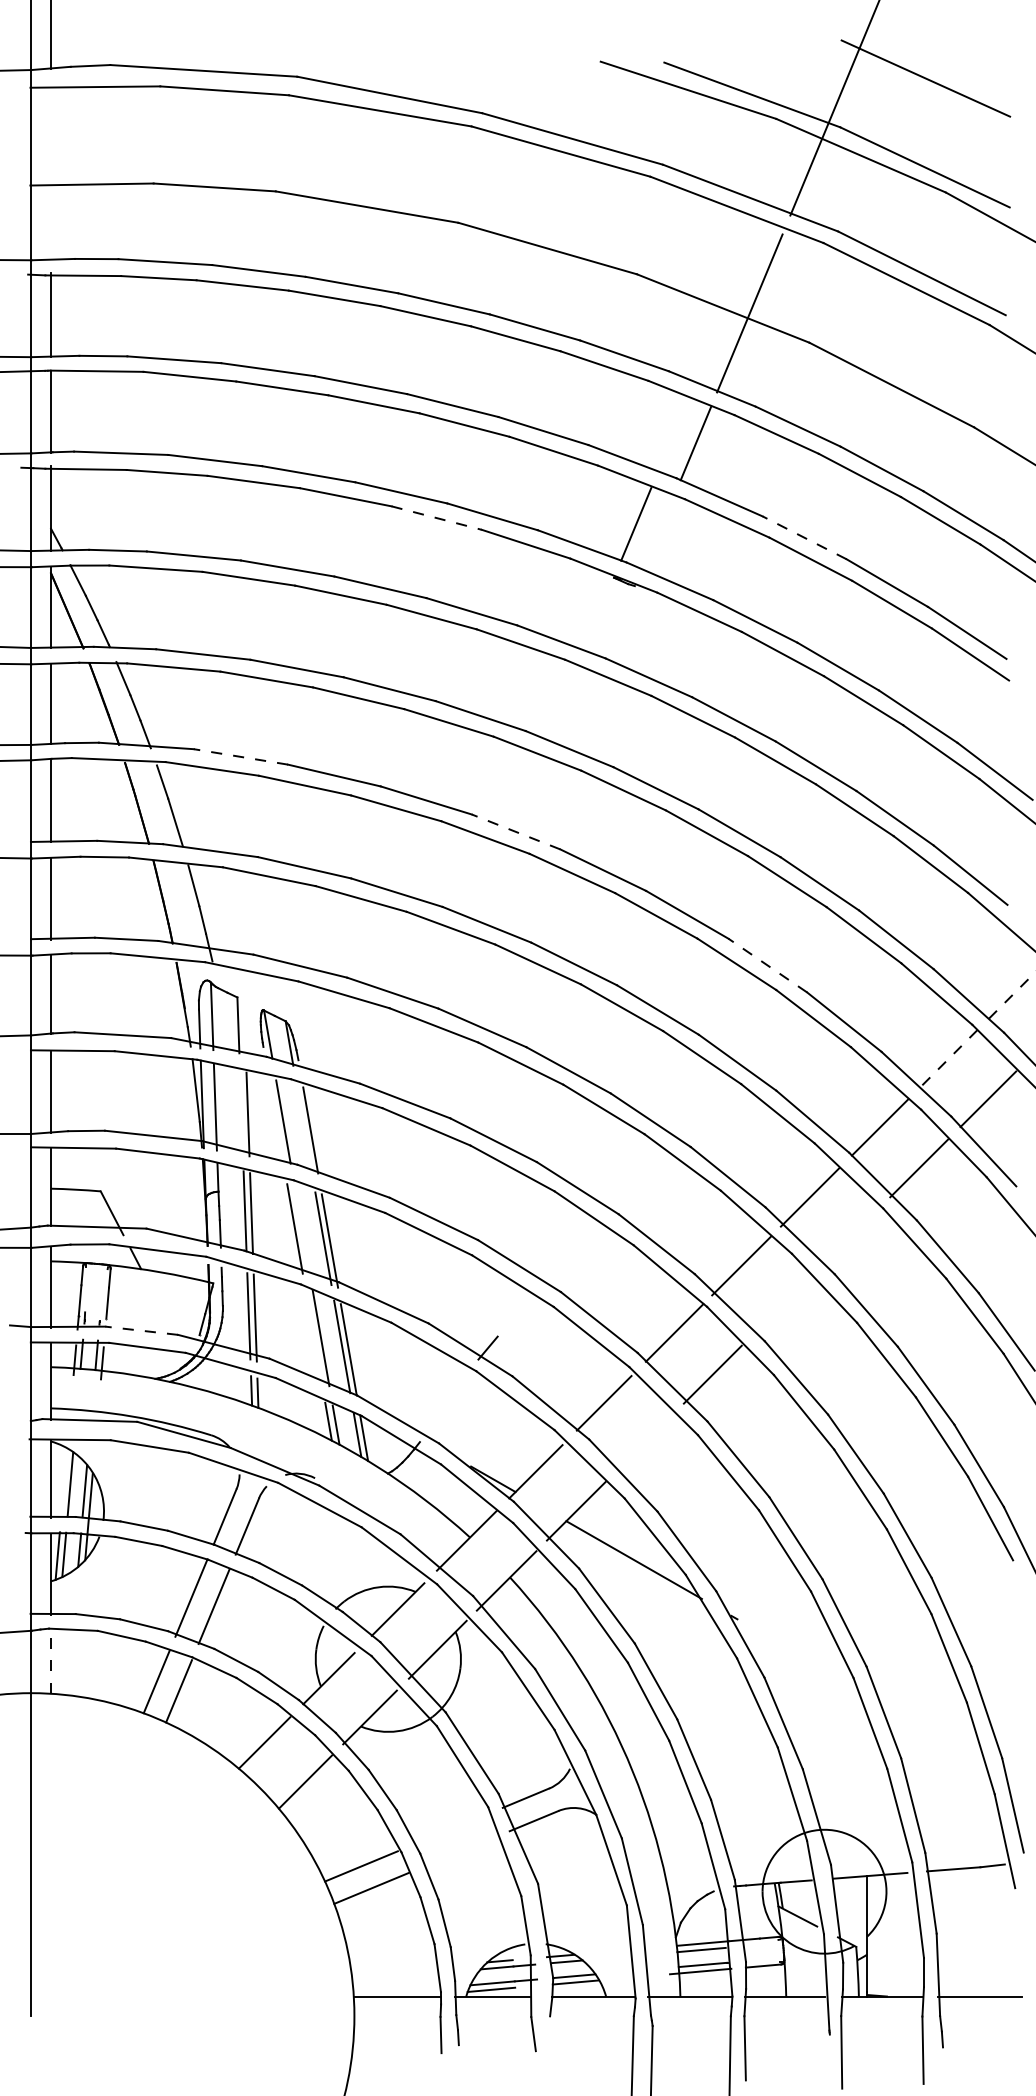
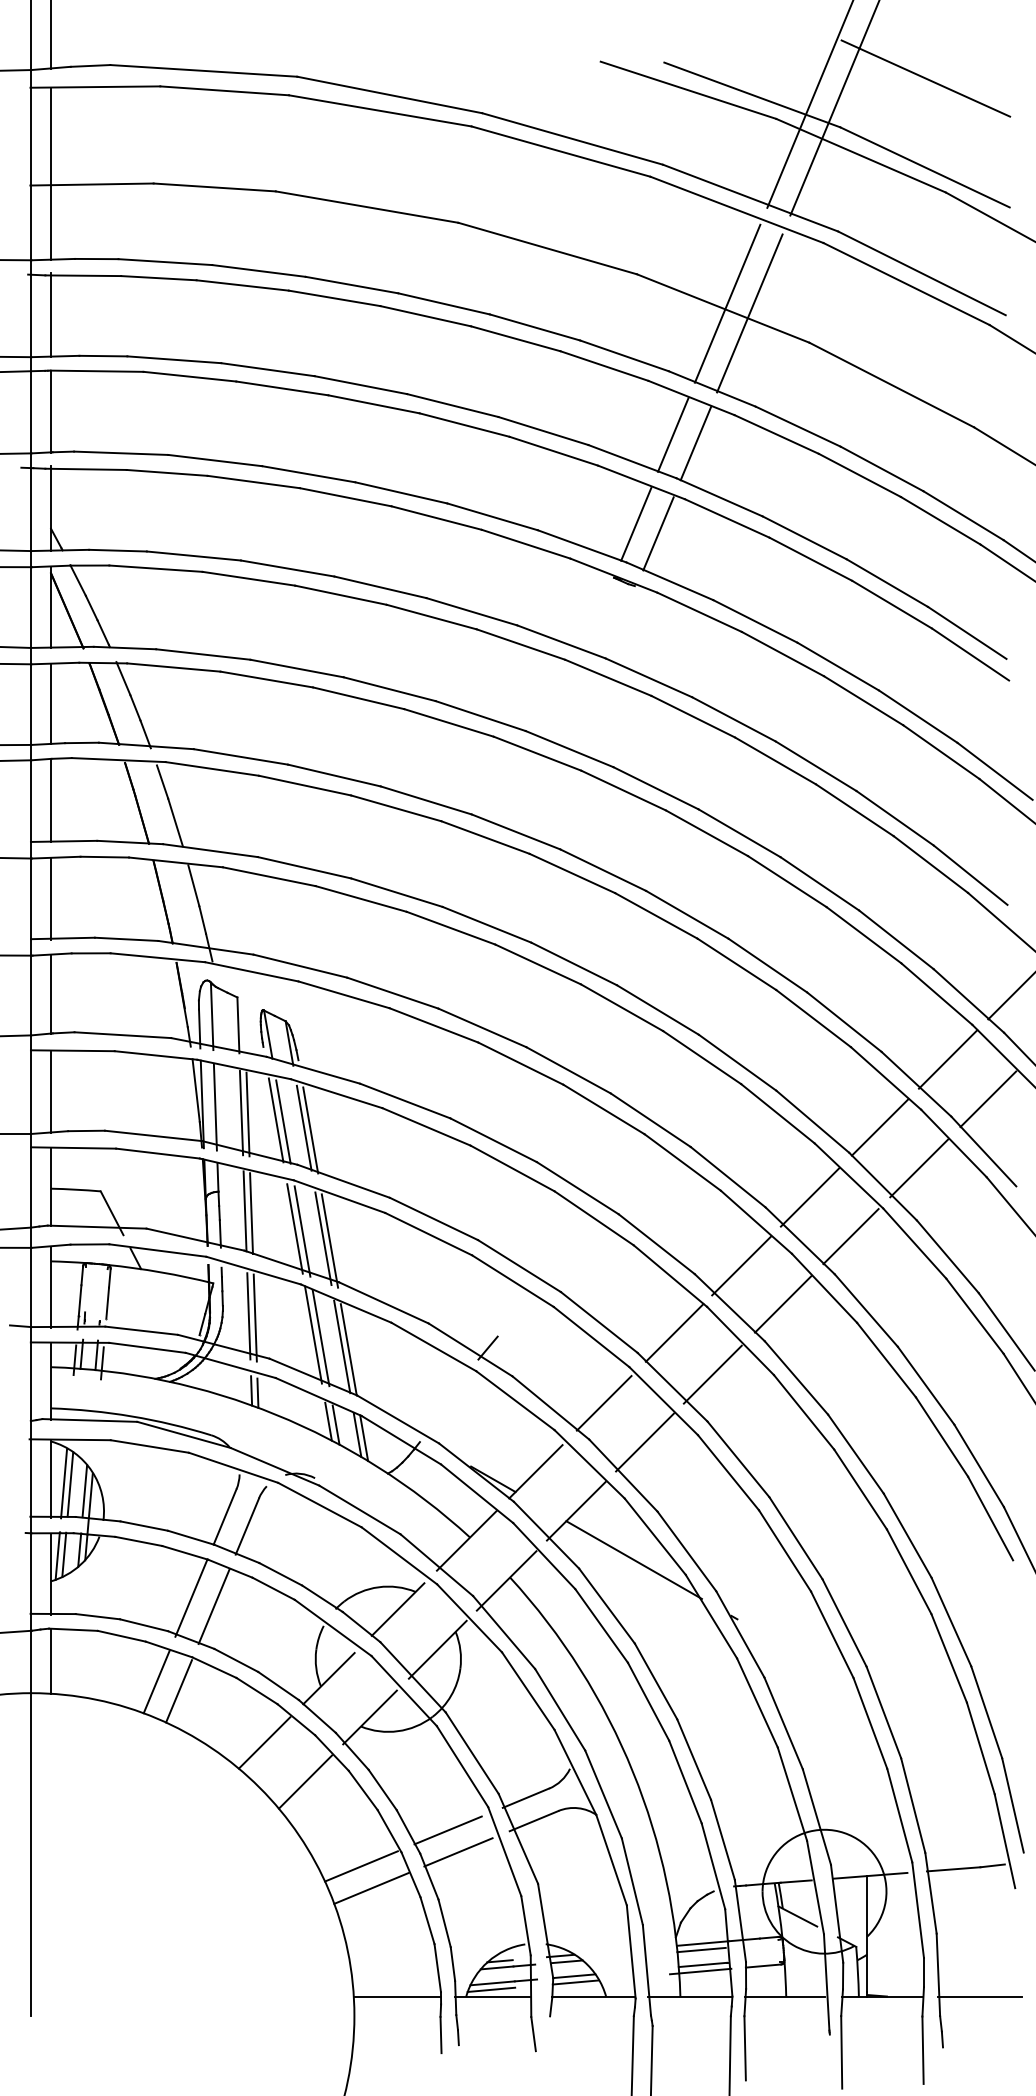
line at (809, 104): none -> present
line at (50, 174): none -> present
line at (727, 303): none -> present
line at (673, 434): none -> present
line at (436, 518): dashed -> solid
line at (658, 533): none -> present
line at (804, 537): dashed -> solid
line at (240, 756): dashed -> solid
line at (516, 831): dashed -> solid
line at (767, 965): dashed -> solid
line at (1011, 996): dashed -> solid
line at (947, 1059): dashed -> solid
line at (241, 1113): none -> present
line at (275, 1120): none -> present
line at (303, 1127): none -> present
line at (302, 1231): none -> present
line at (850, 1236): none -> present
line at (783, 1304): none -> present
line at (141, 1330): dashed -> solid
line at (313, 1334): none -> present
line at (644, 1442): none -> present
line at (64, 1483): none -> present
line at (50, 1660): dashed -> solid
line at (447, 1830): none -> present
line at (458, 1852): none -> present
